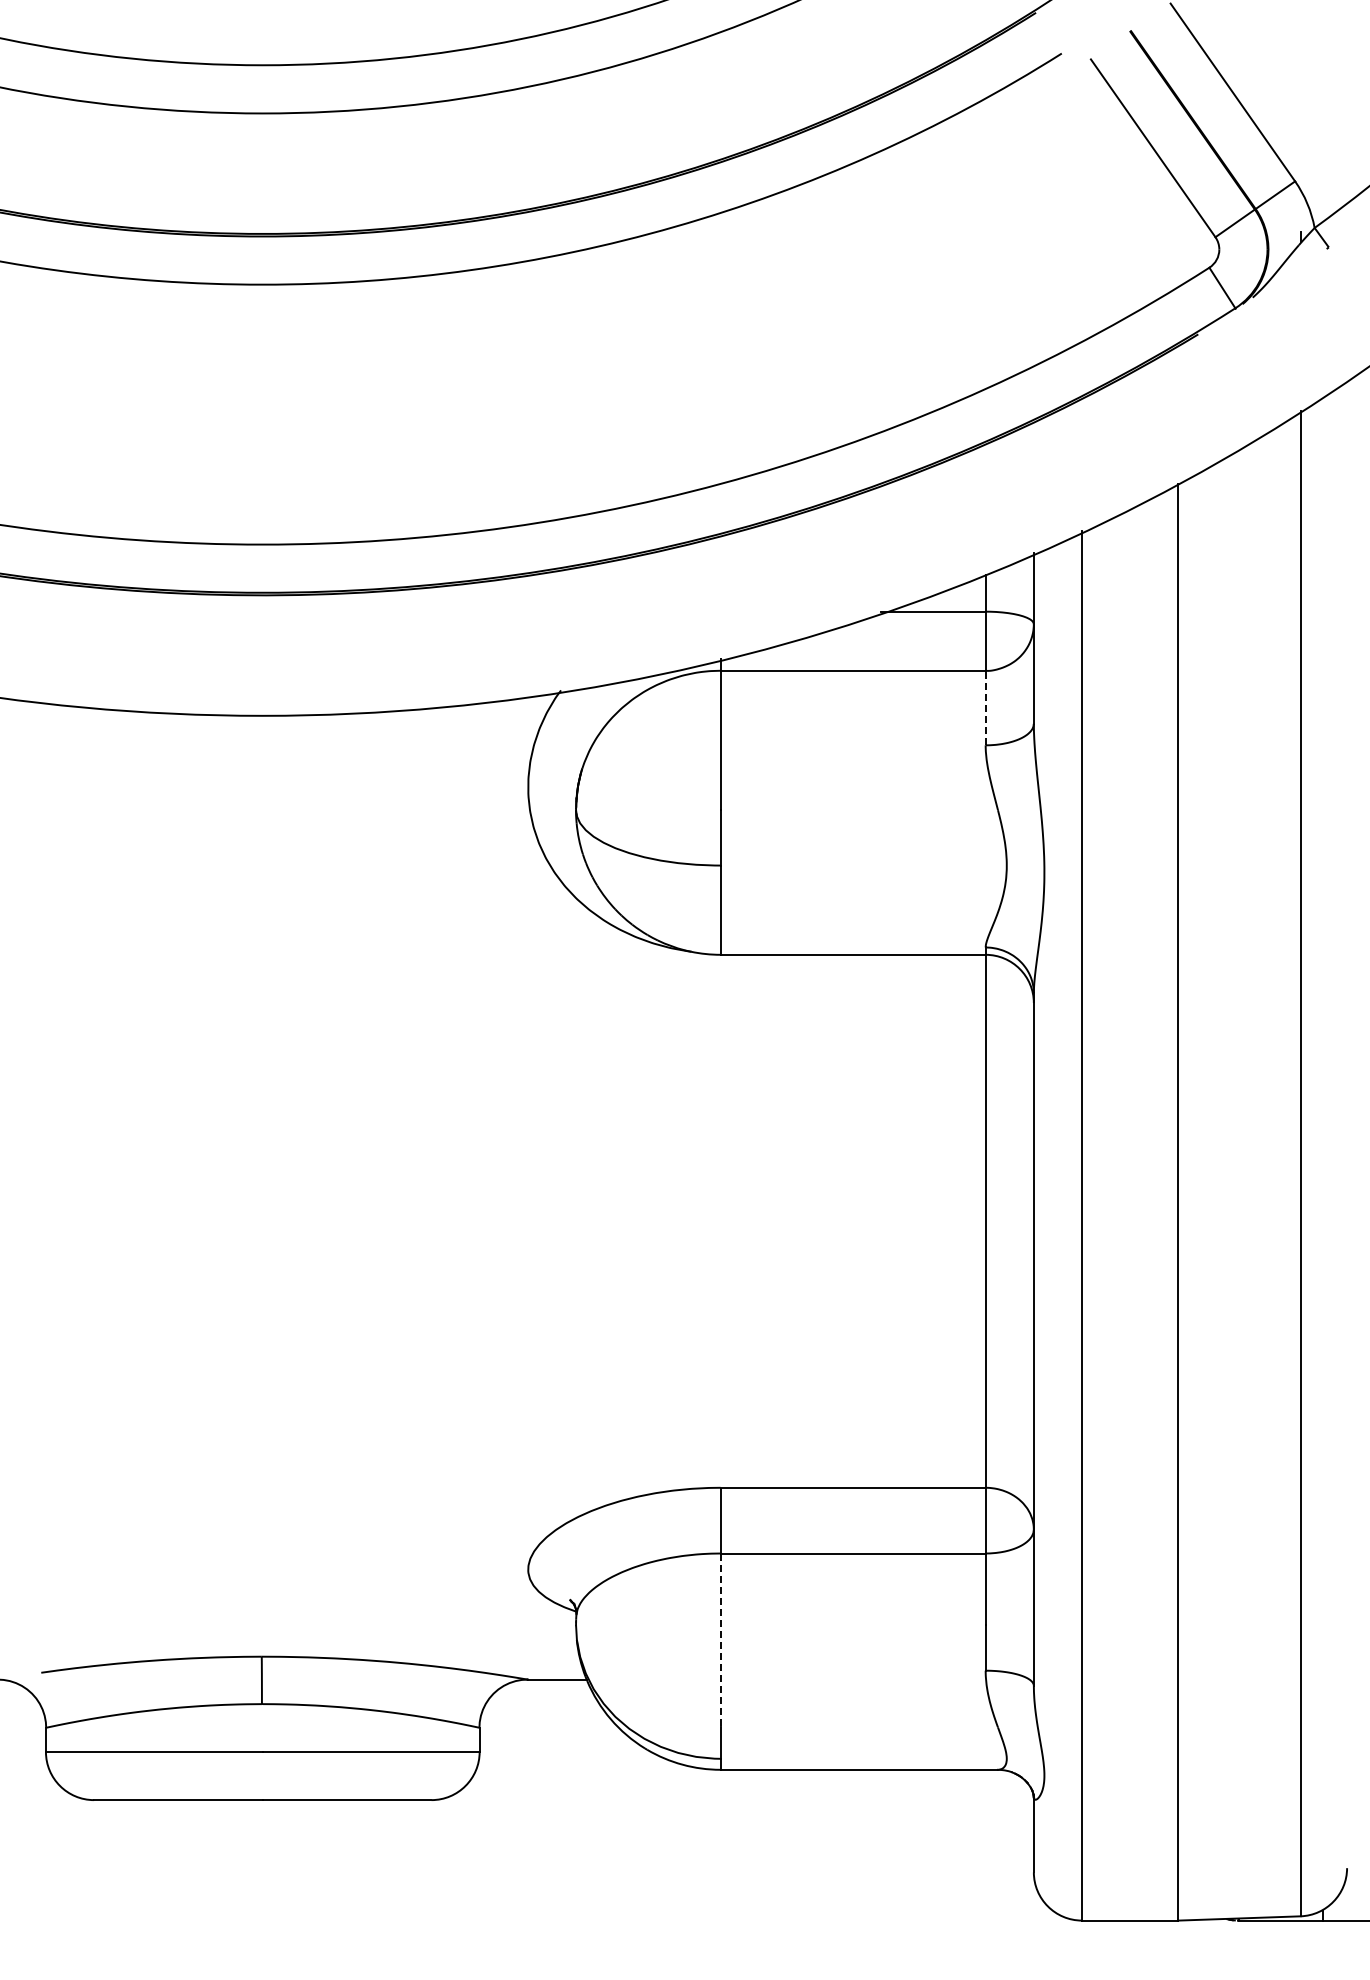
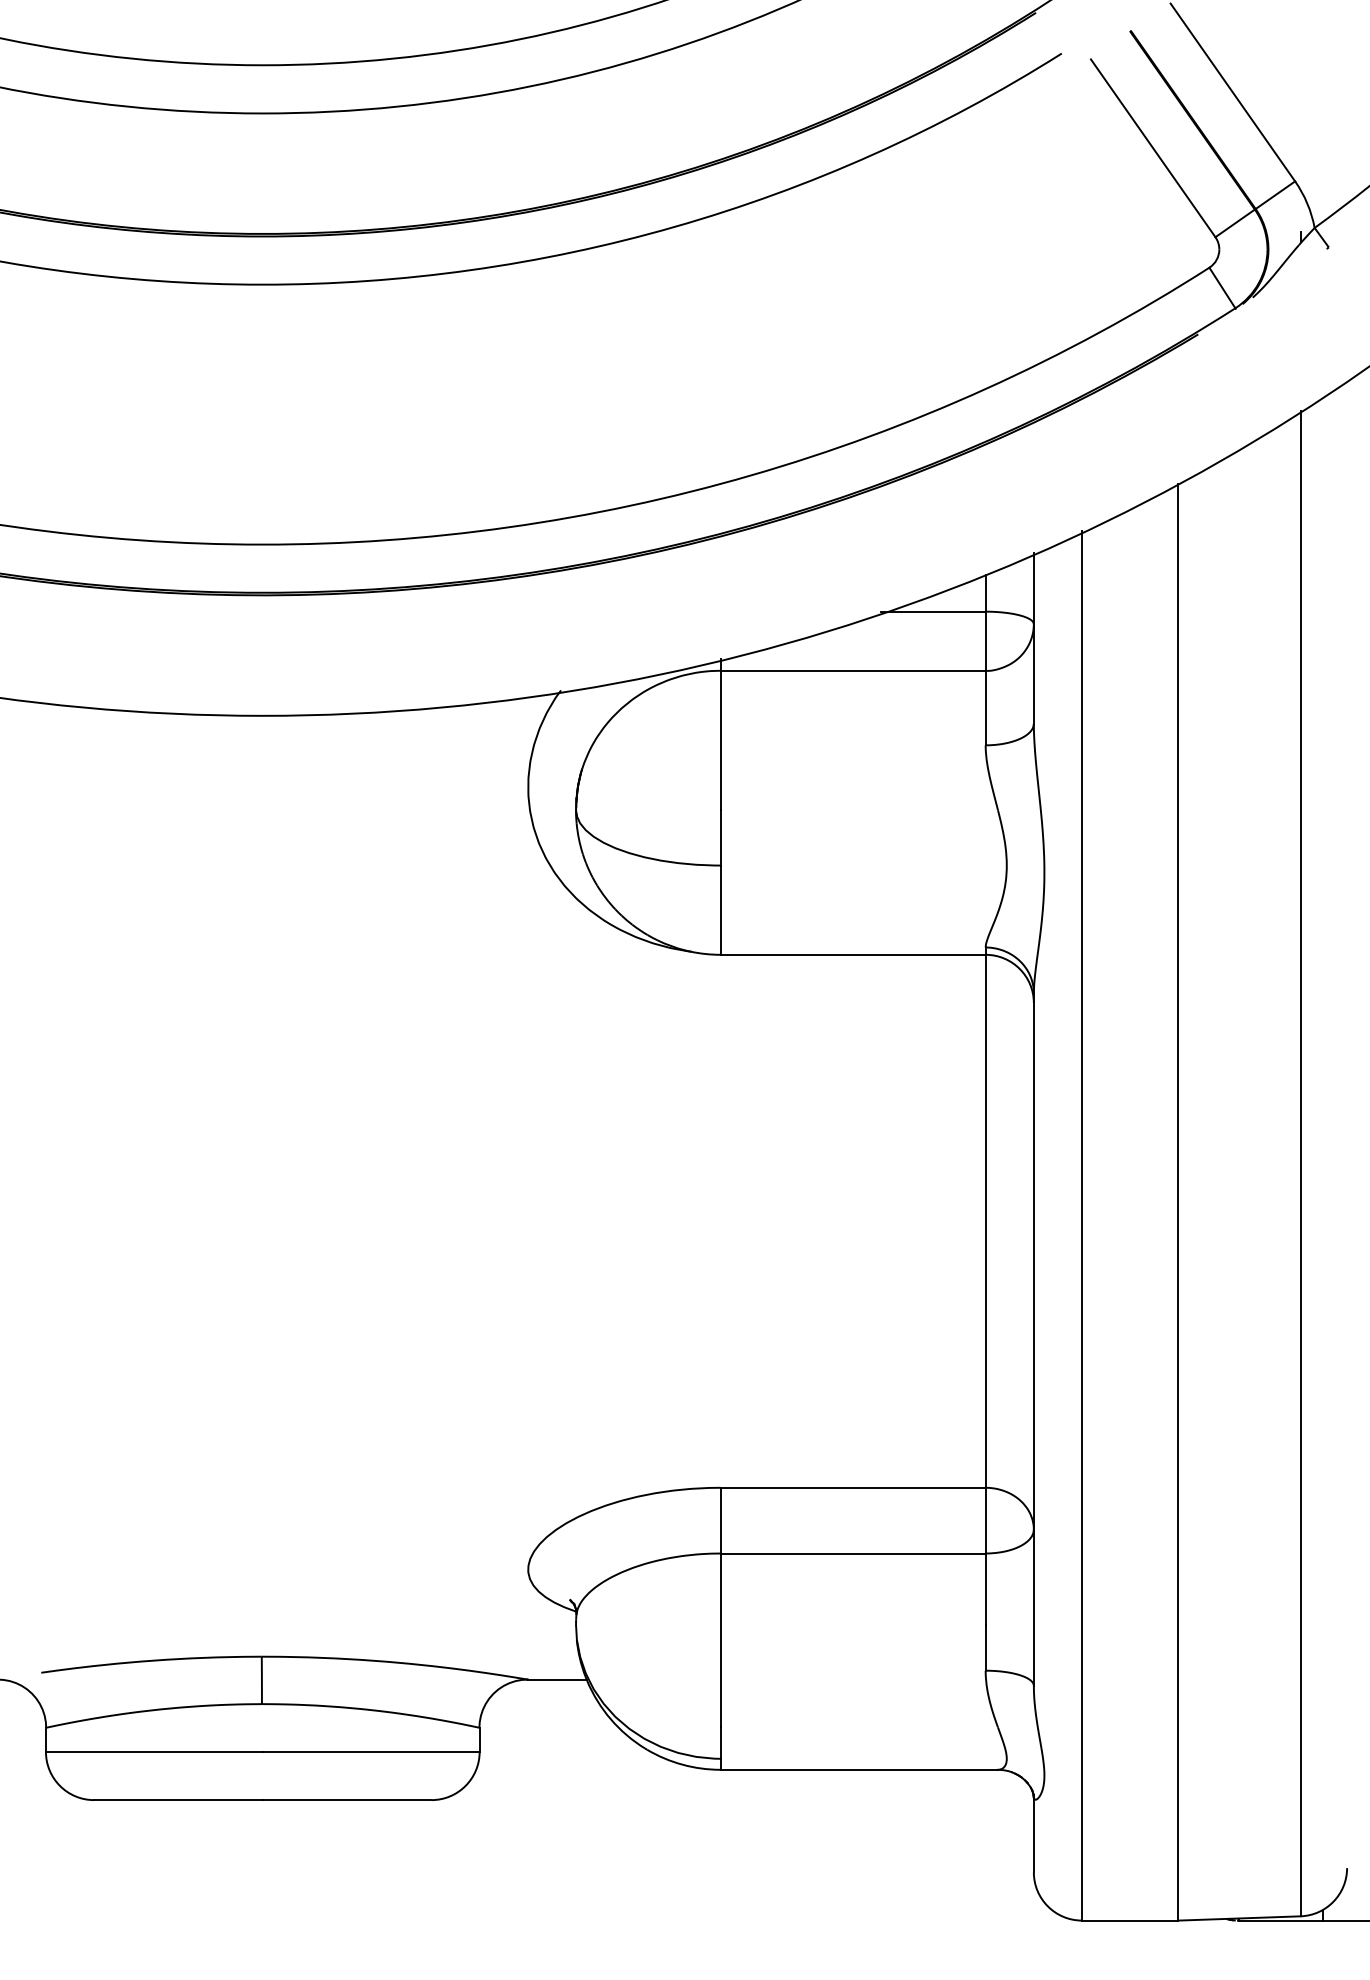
line at (985, 707): dashed -> solid
line at (720, 1640): dashed -> solid
